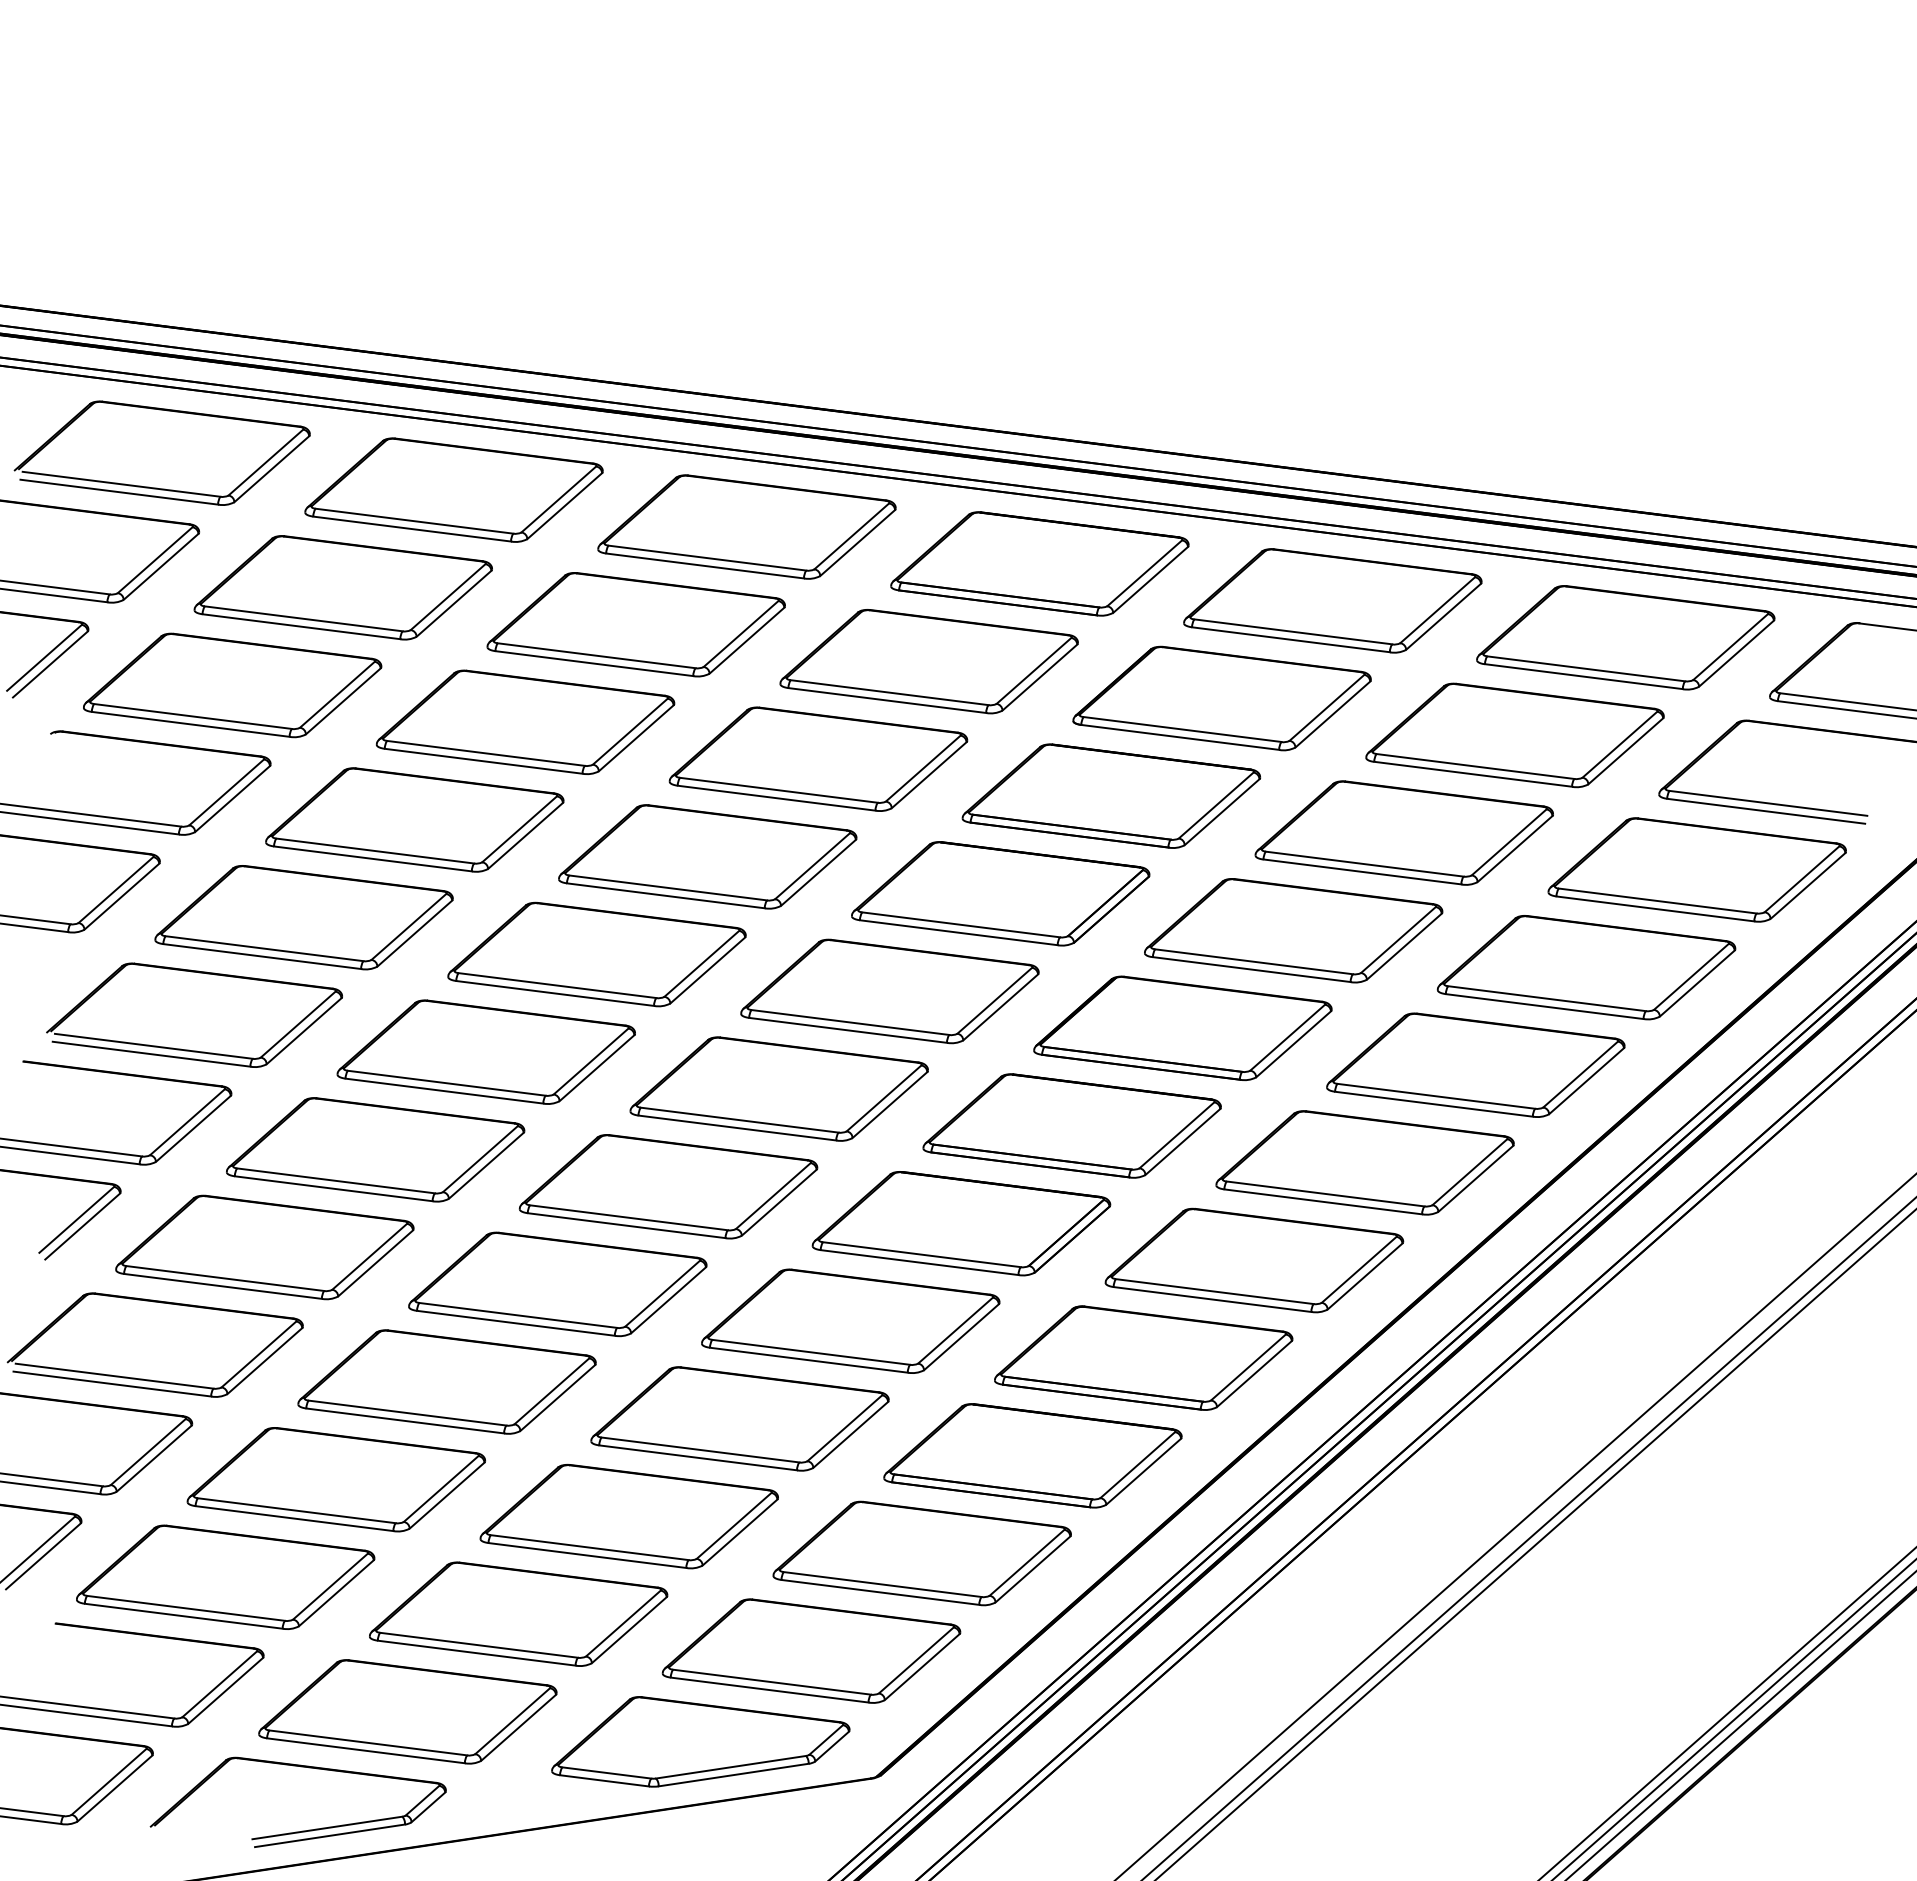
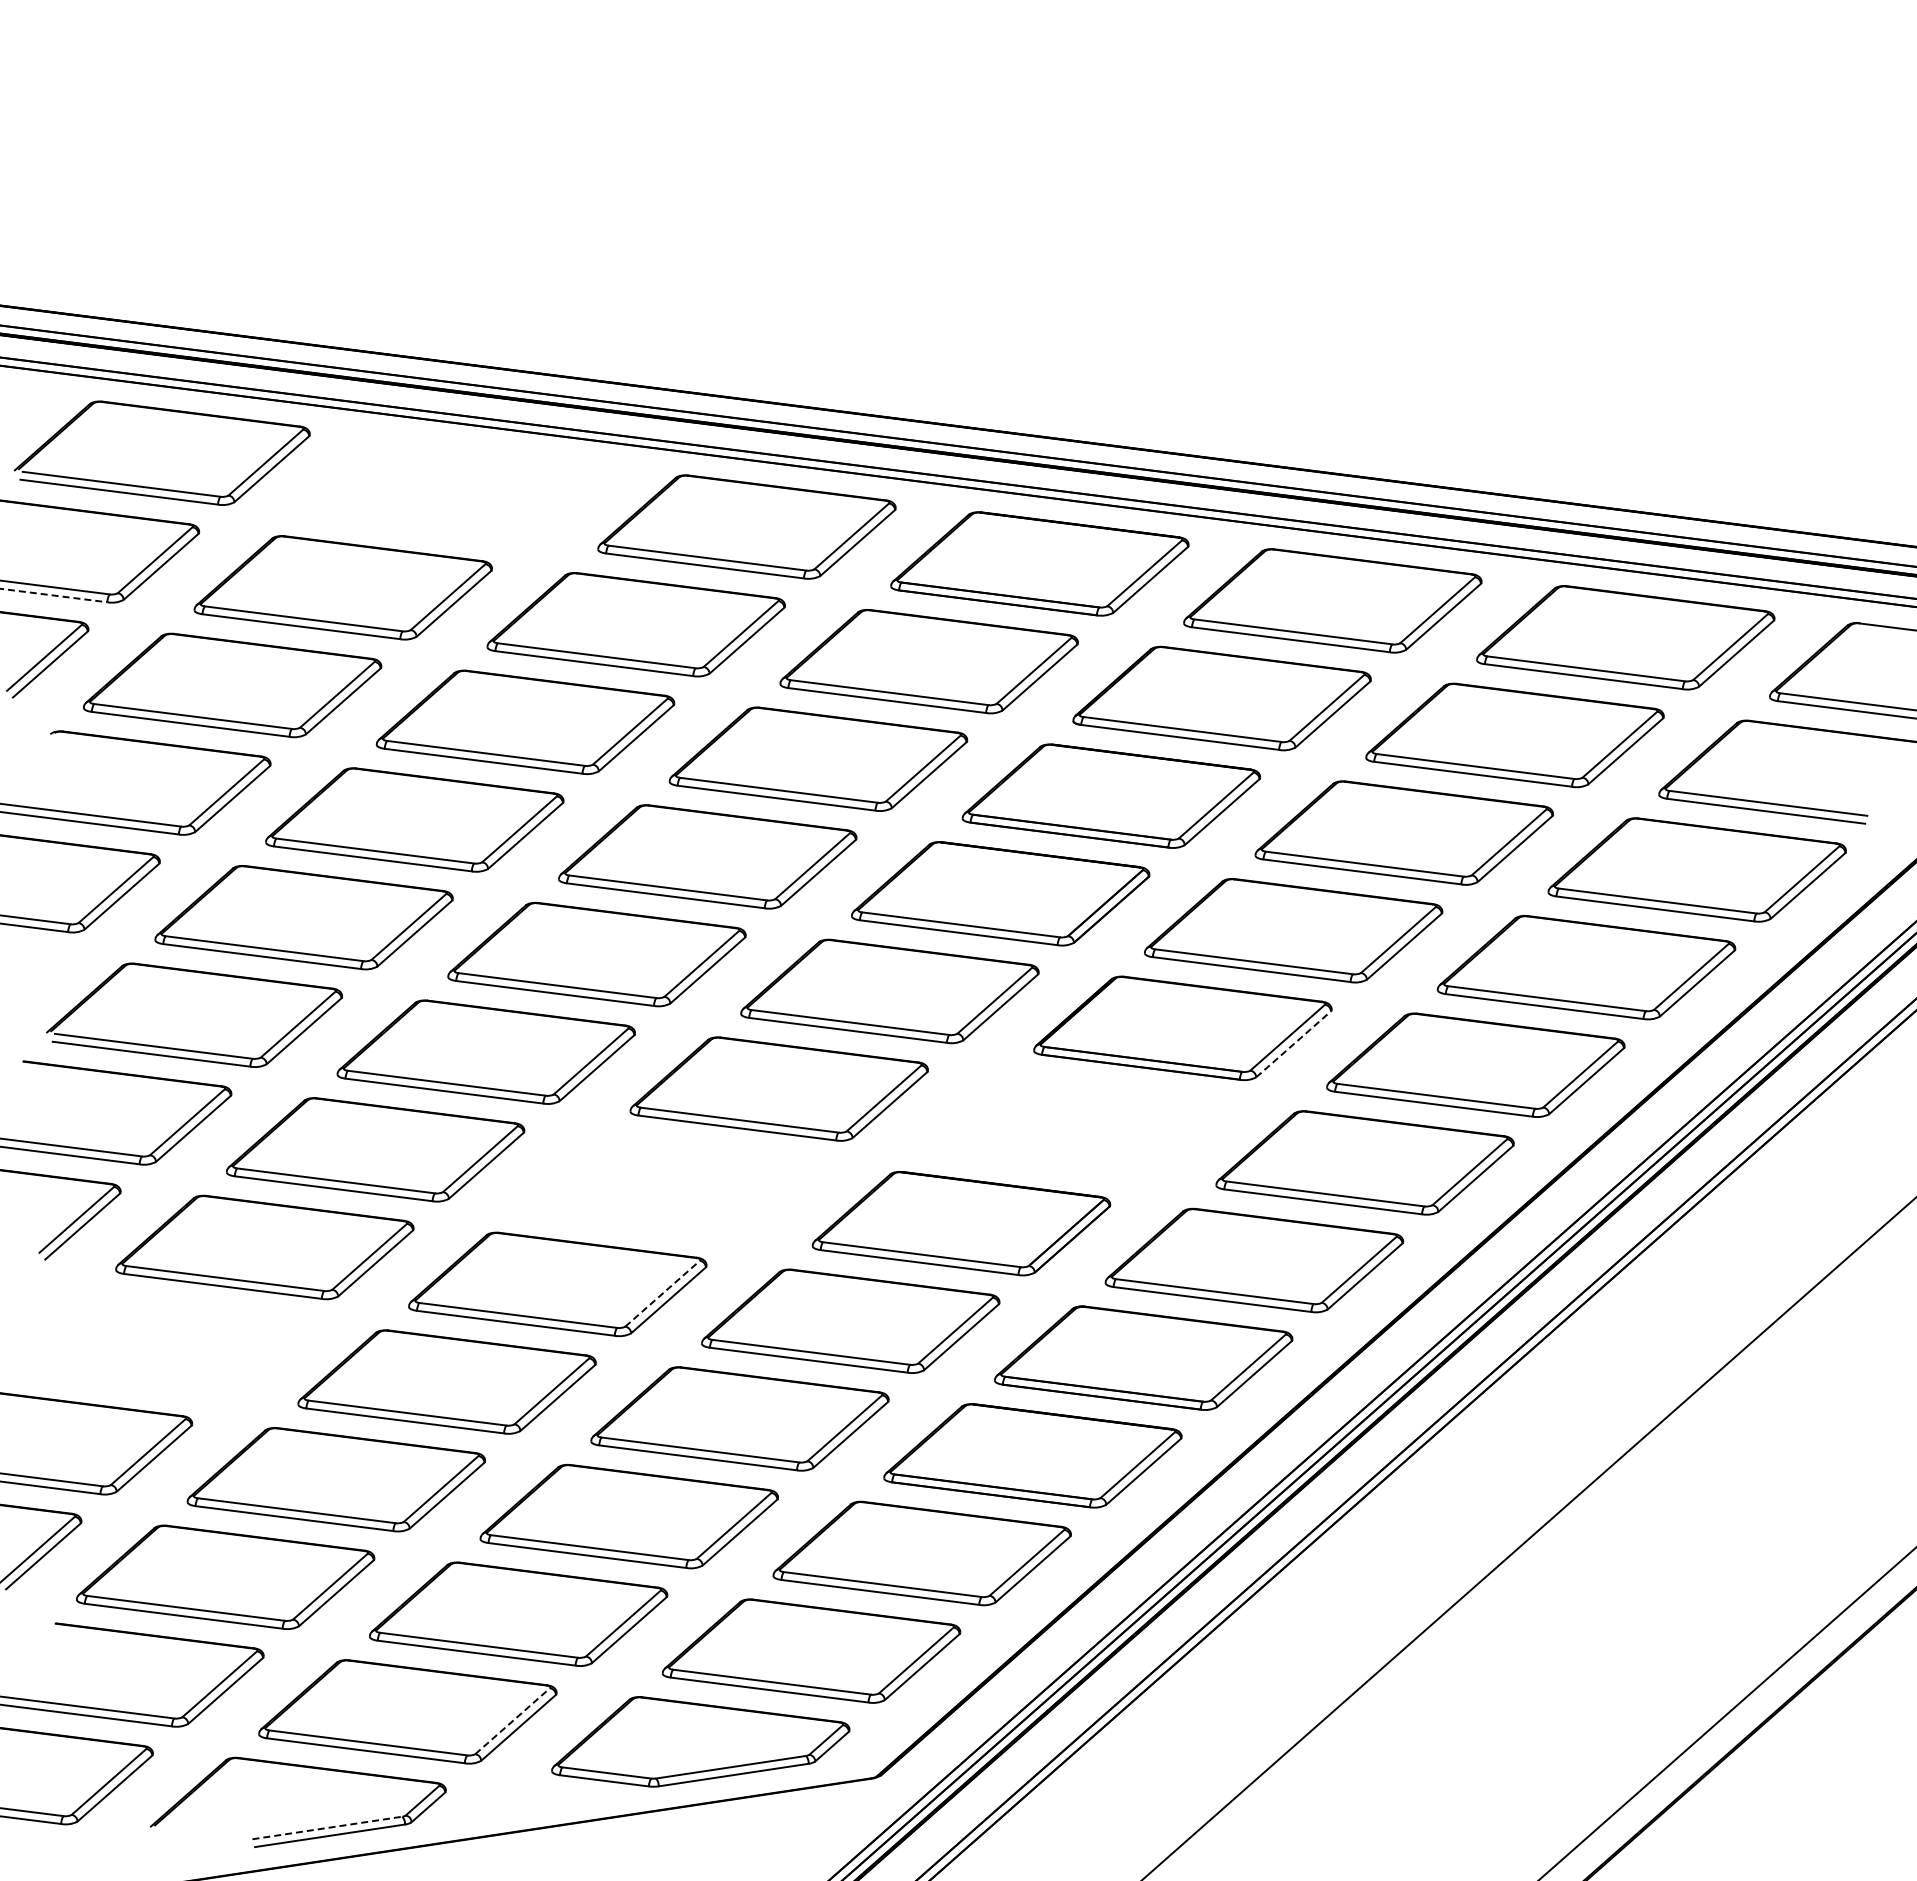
part at (453, 489): present -> none
line at (54, 595): solid -> dashed
line at (1293, 1044): solid -> dashed
part at (1071, 1125): present -> none
part at (668, 1186): present -> none
line at (662, 1293): solid -> dashed
part at (151, 1379): present -> none
line at (1515, 1526): present -> none
line at (1535, 1544): present -> none
line at (1734, 1719): present -> none
line at (512, 1721): solid -> dashed
line at (1741, 1725): present -> none
line at (327, 1827): solid -> dashed
